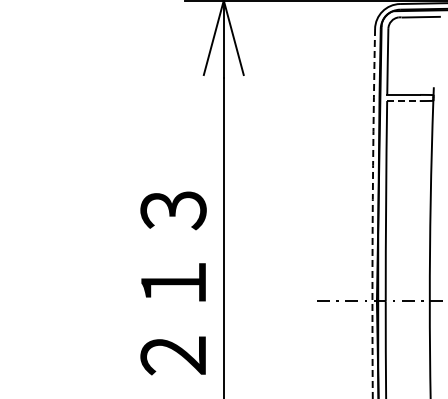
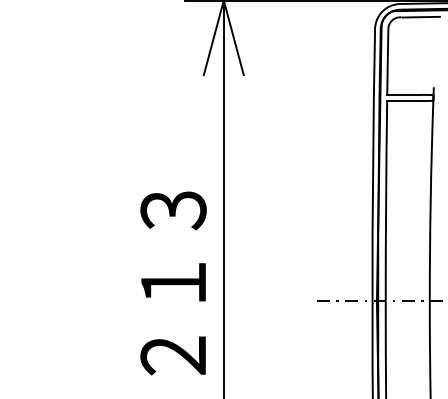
line at (403, 101): dashed -> solid
arc at (372, 214): dashed -> solid
